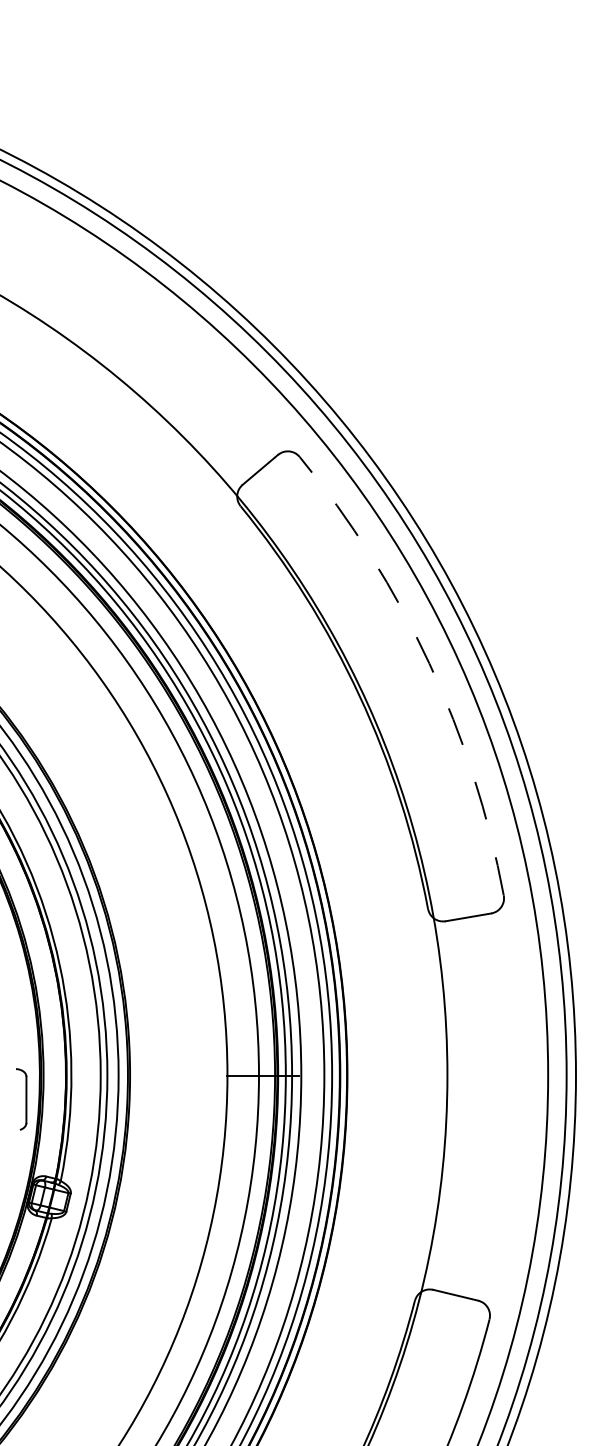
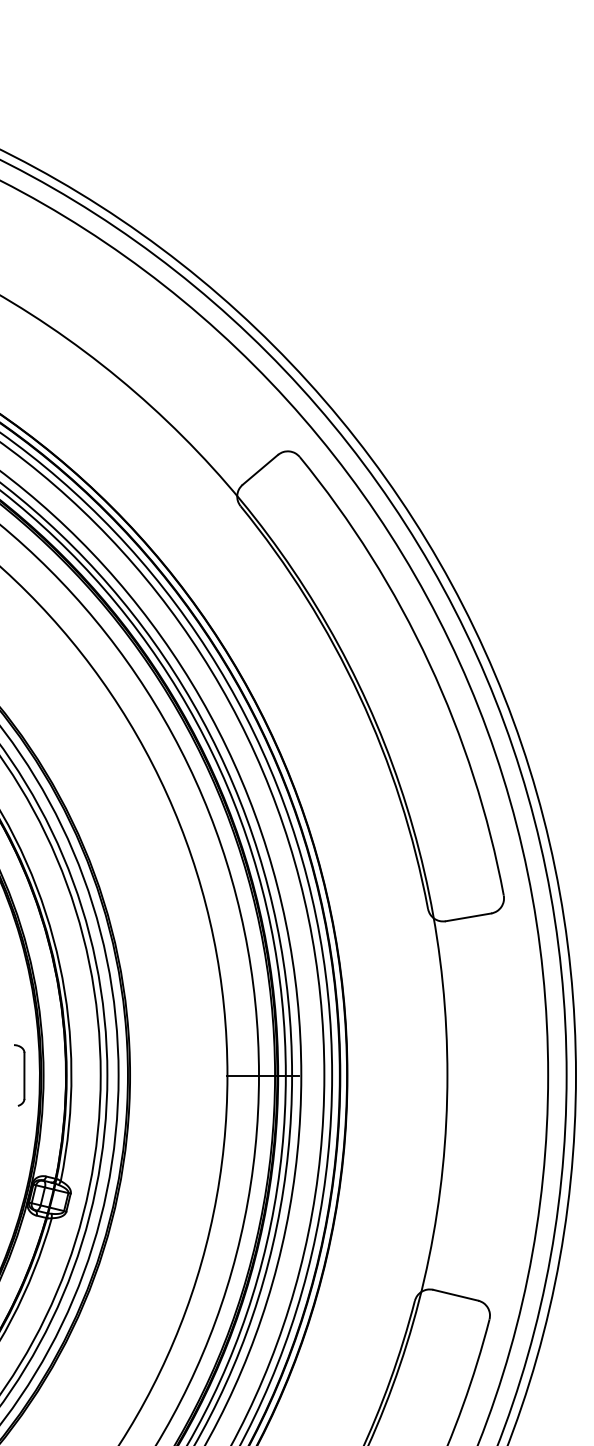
arc at (429, 663): dashed -> solid
part at (21, 1099) position: (21, 1099) -> (19, 1075)
